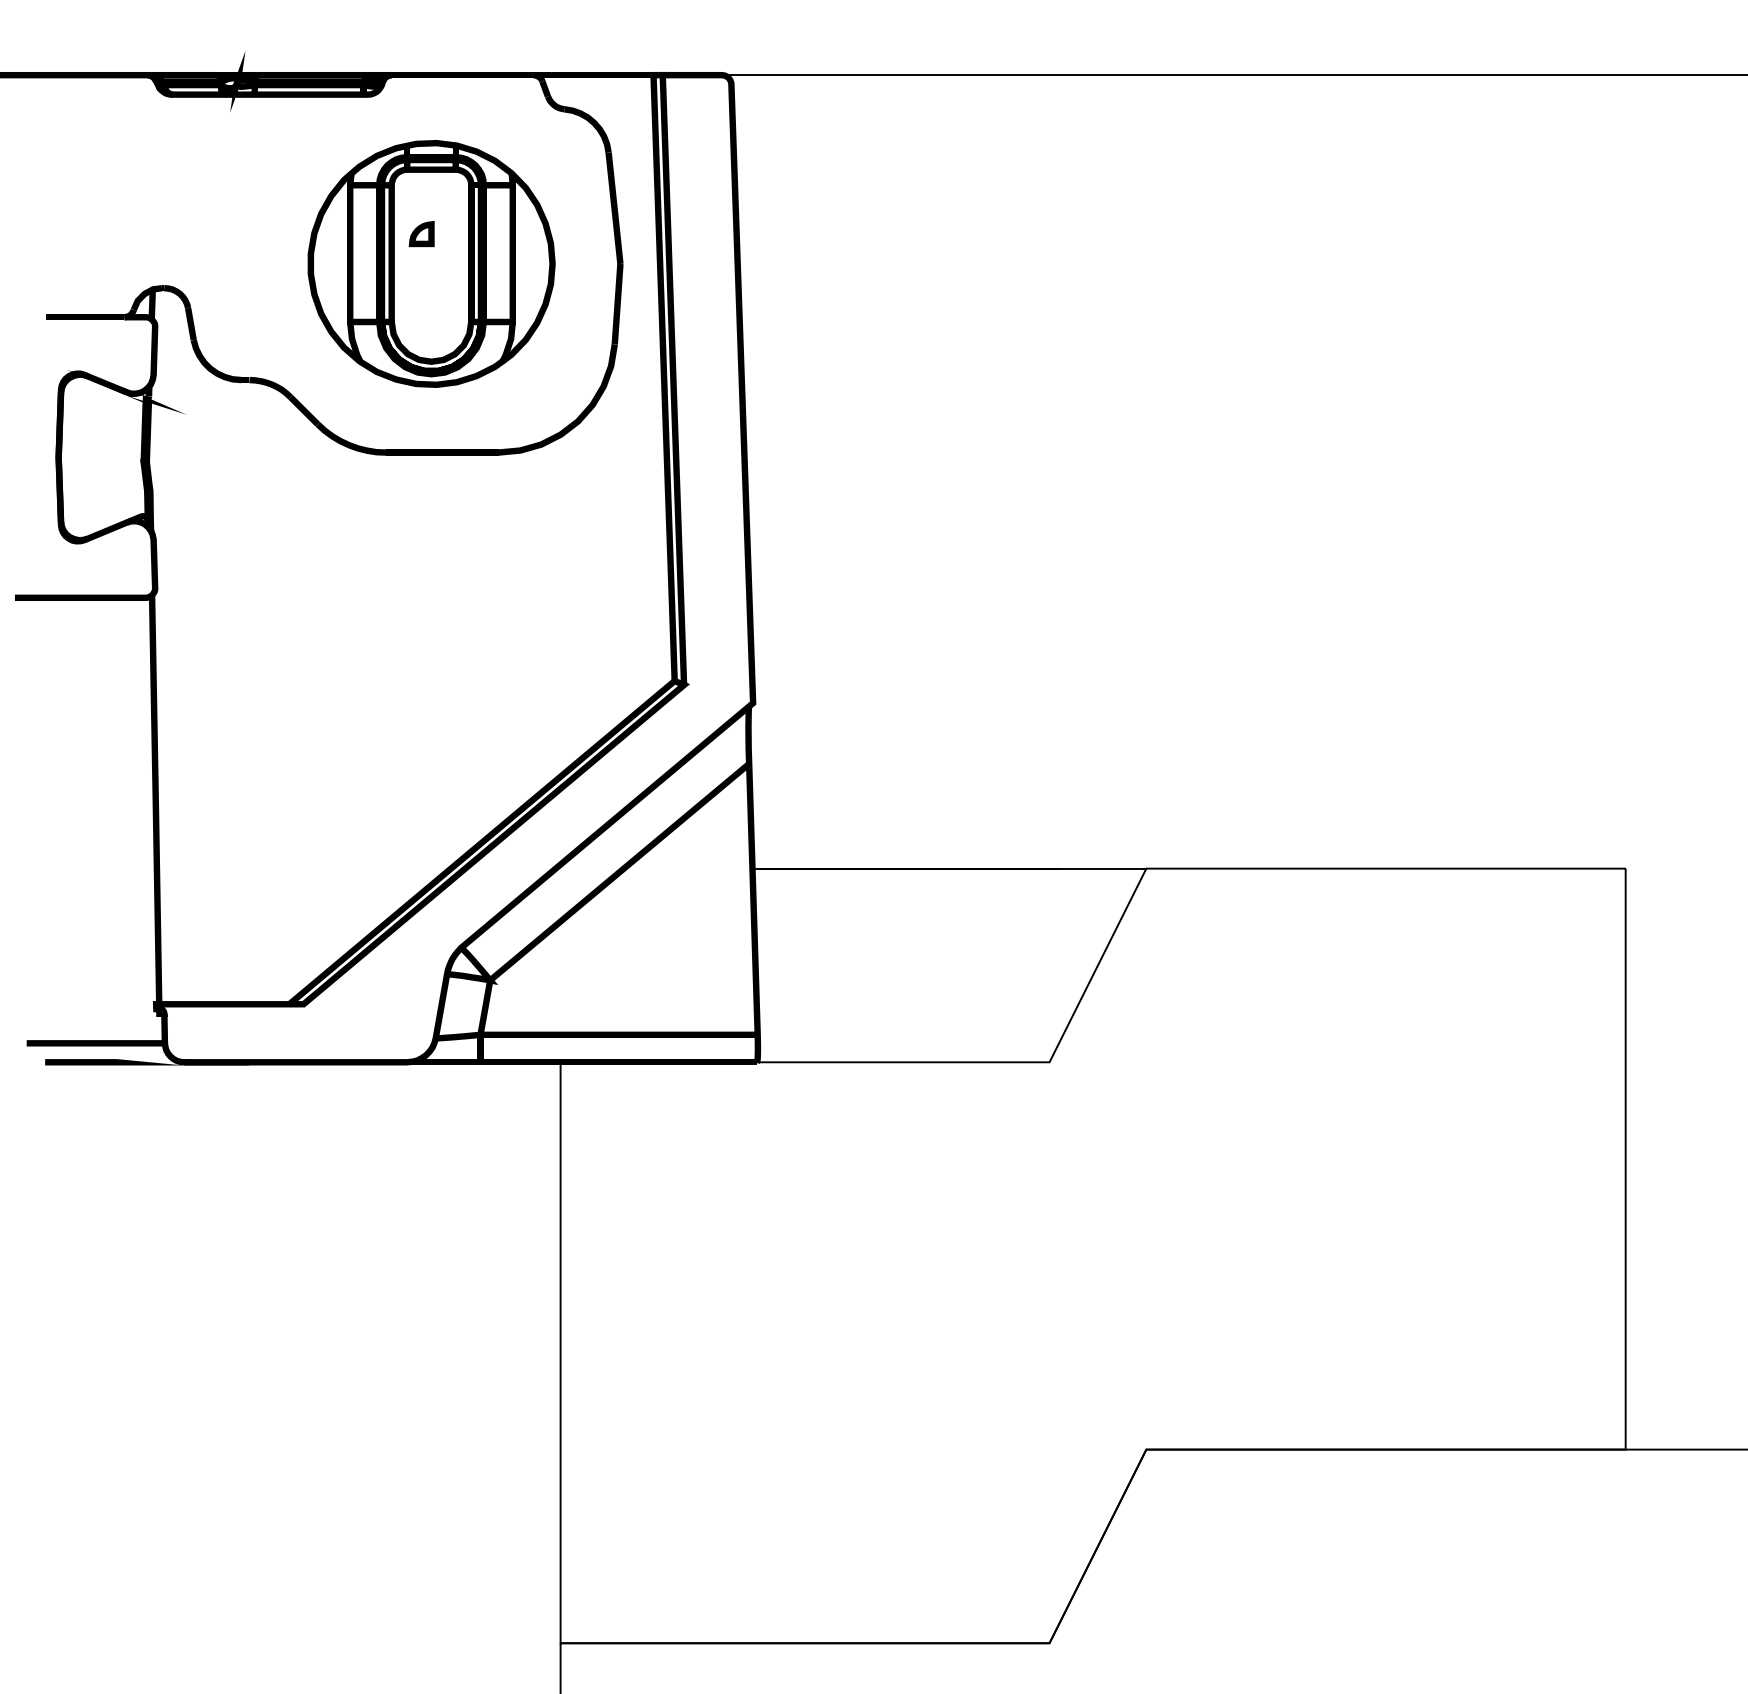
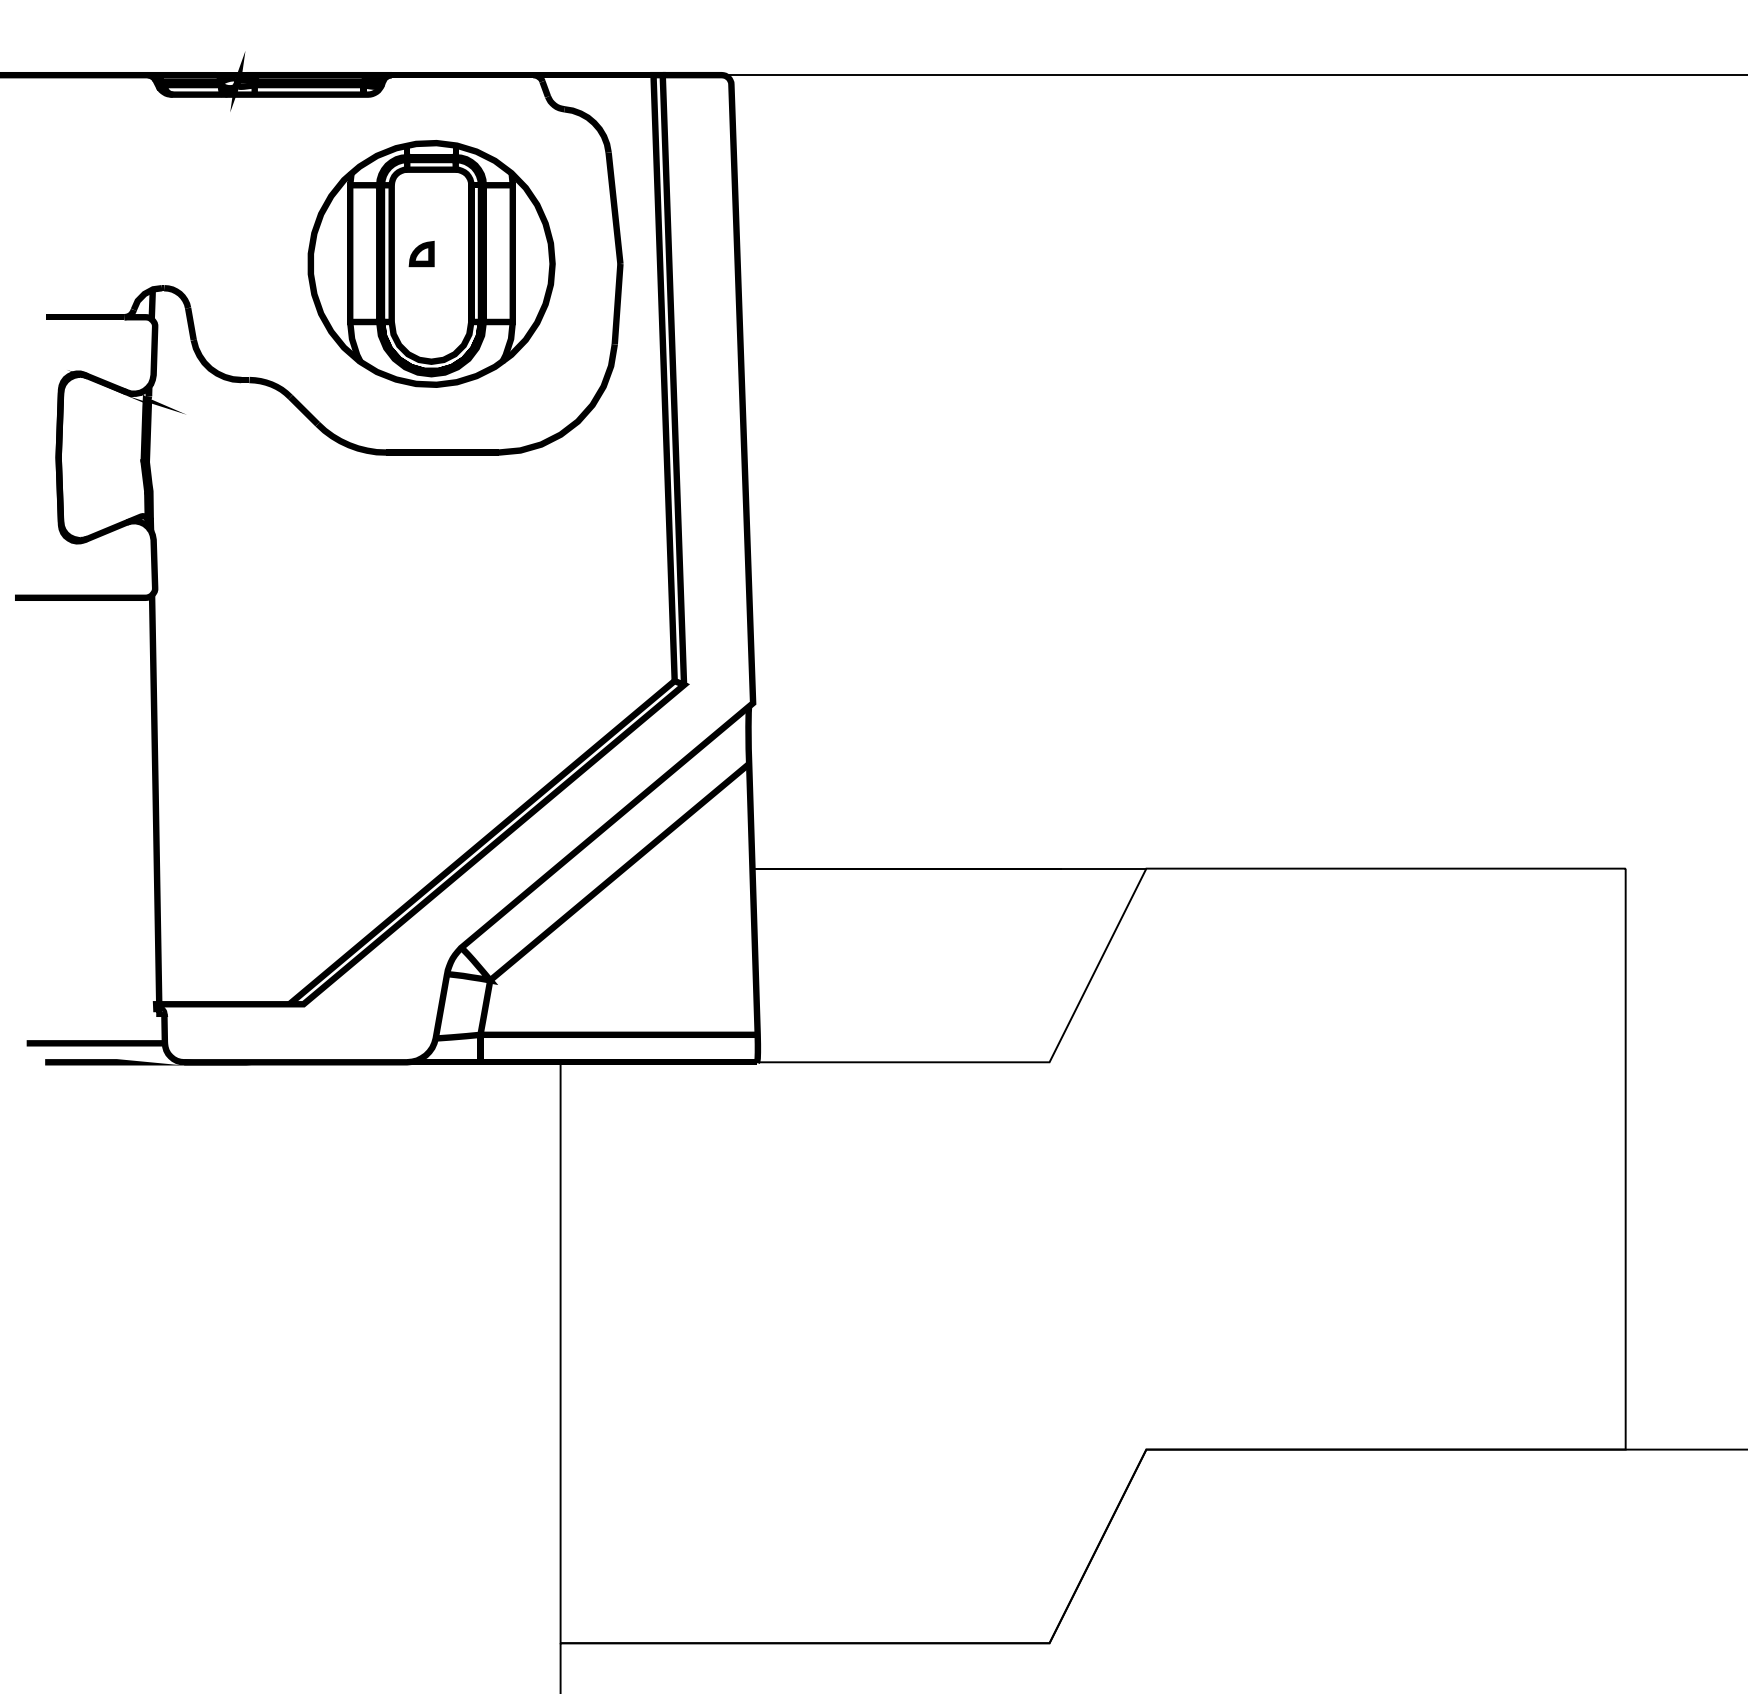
part at (421, 234) position: (421, 234) -> (421, 254)
